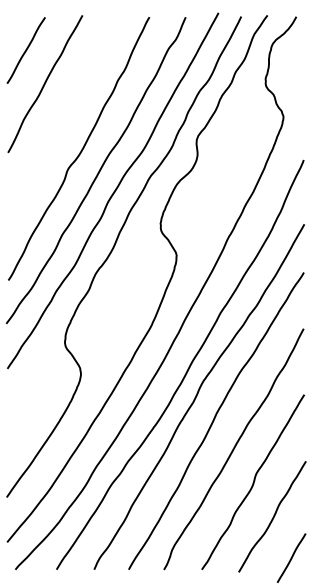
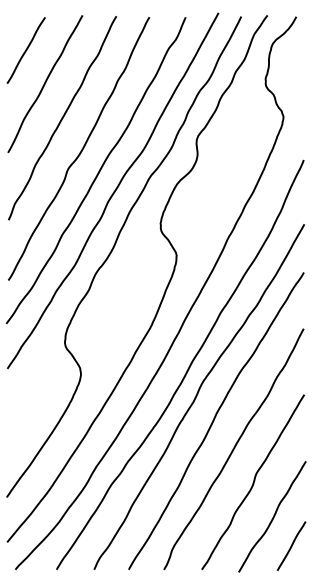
curve at (62, 118): none -> present
line at (291, 557) position: (291, 557) -> (291, 545)
